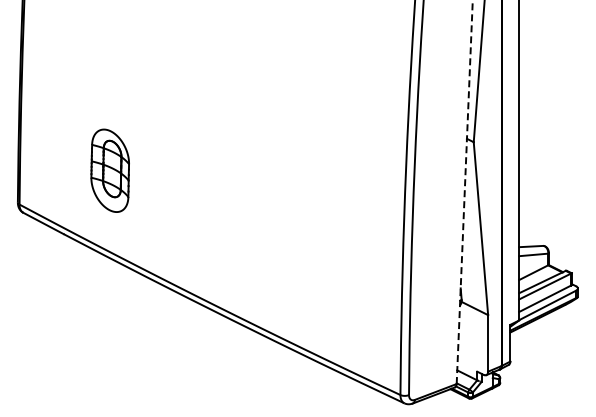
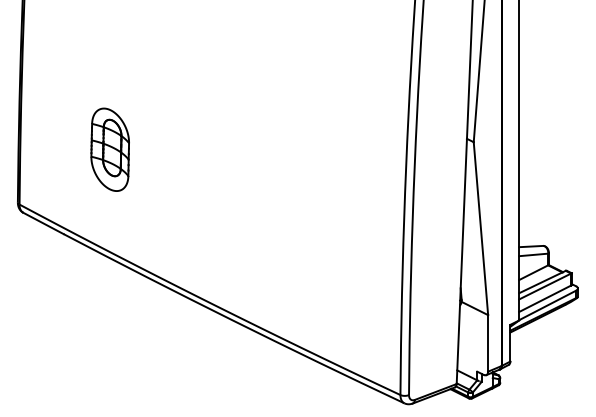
part at (109, 170) position: (109, 170) -> (109, 149)
line at (464, 192): dashed -> solid
